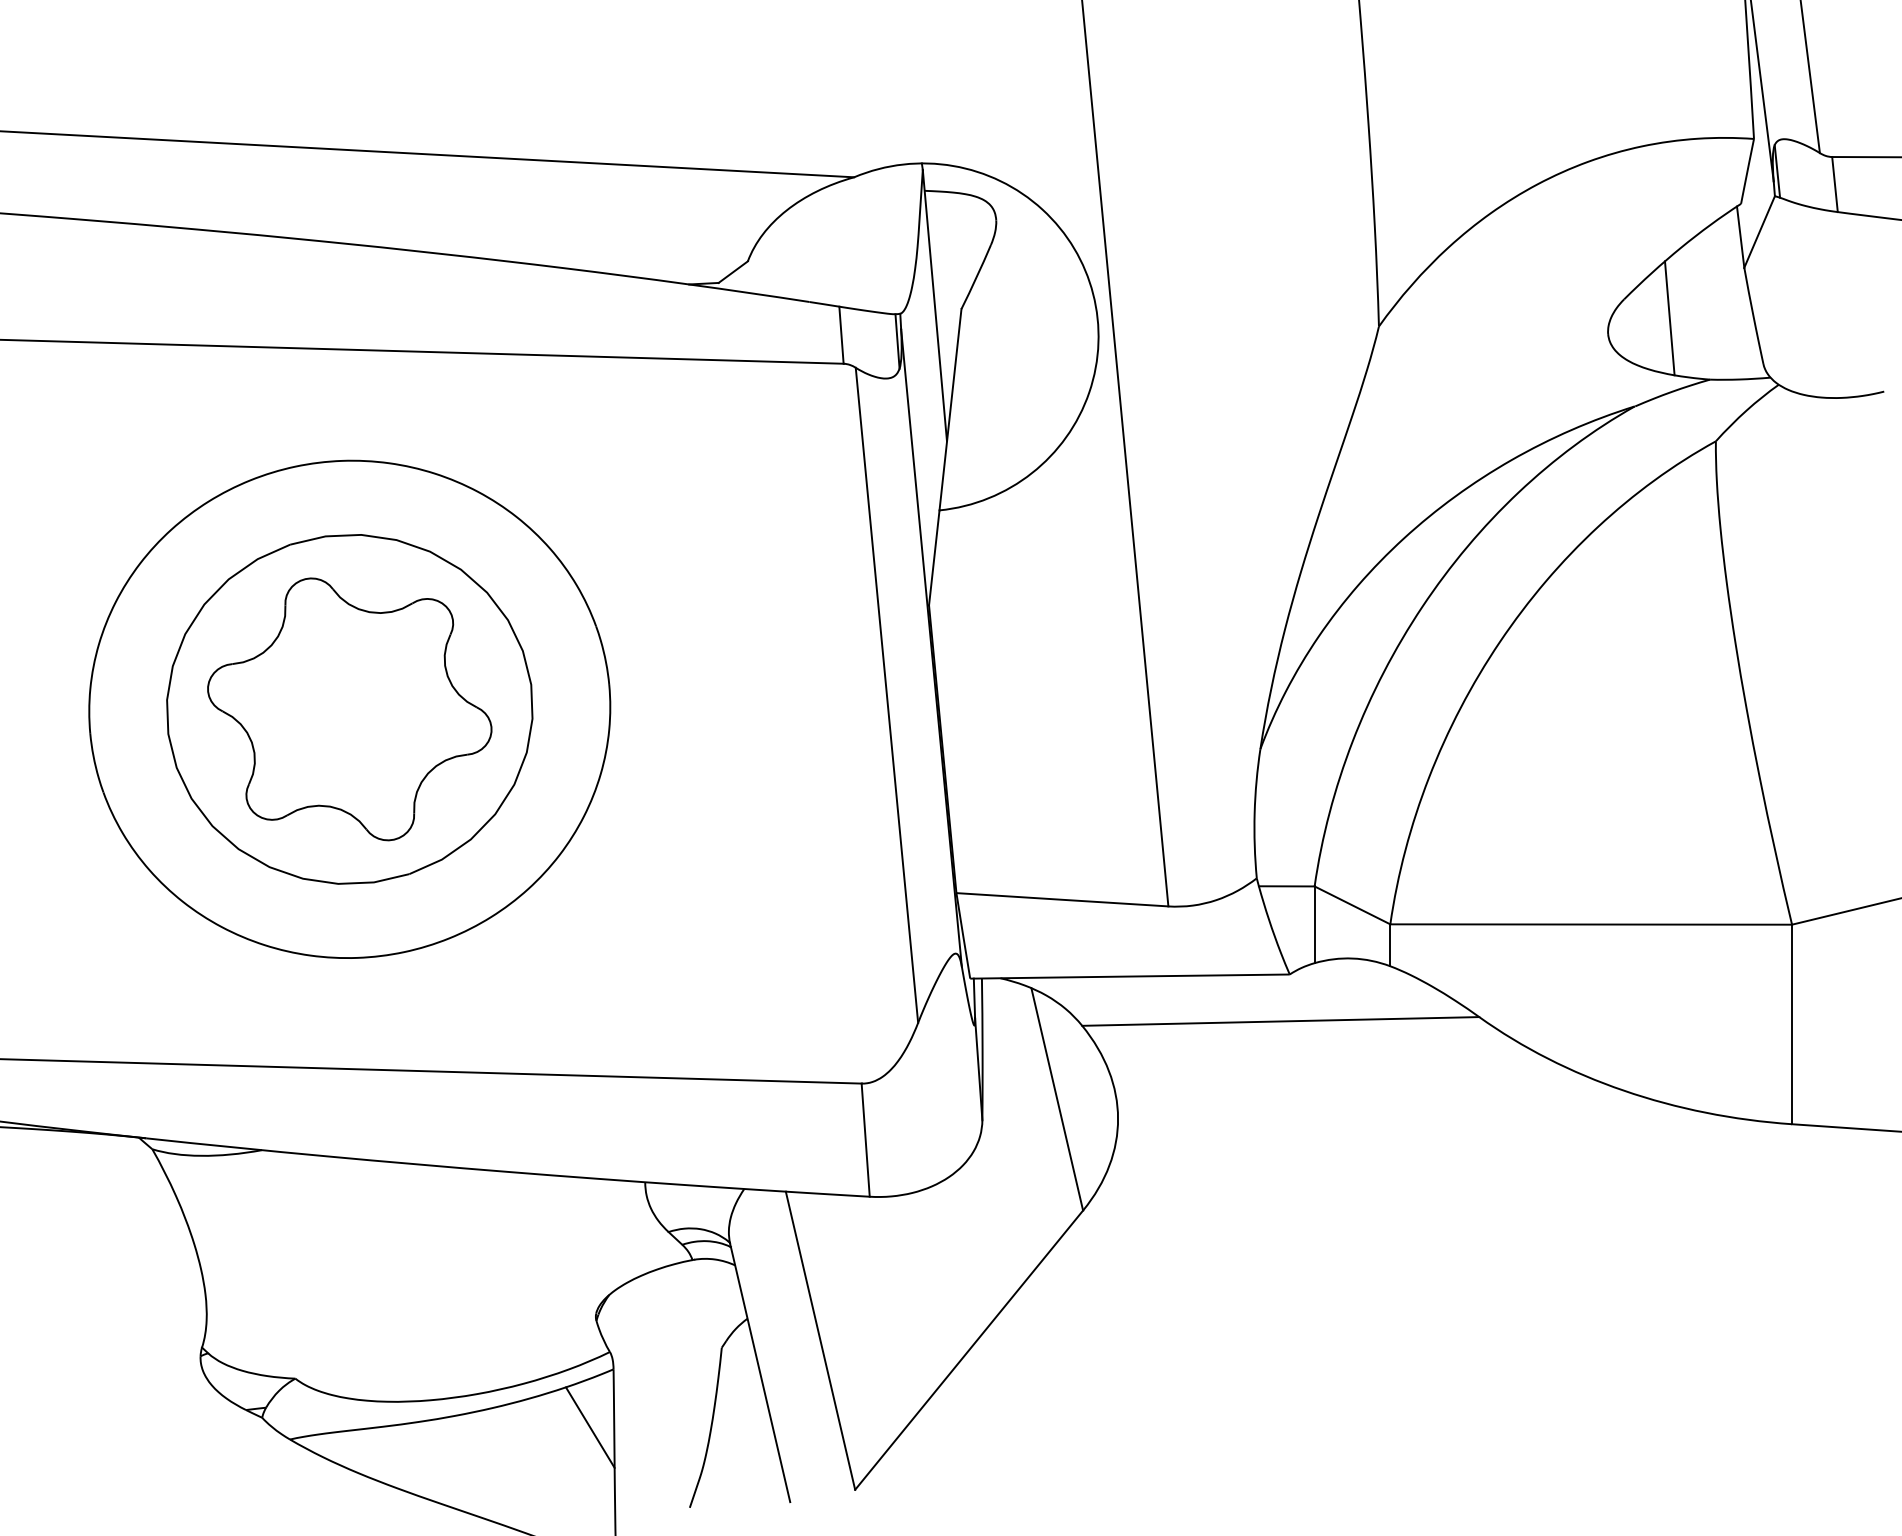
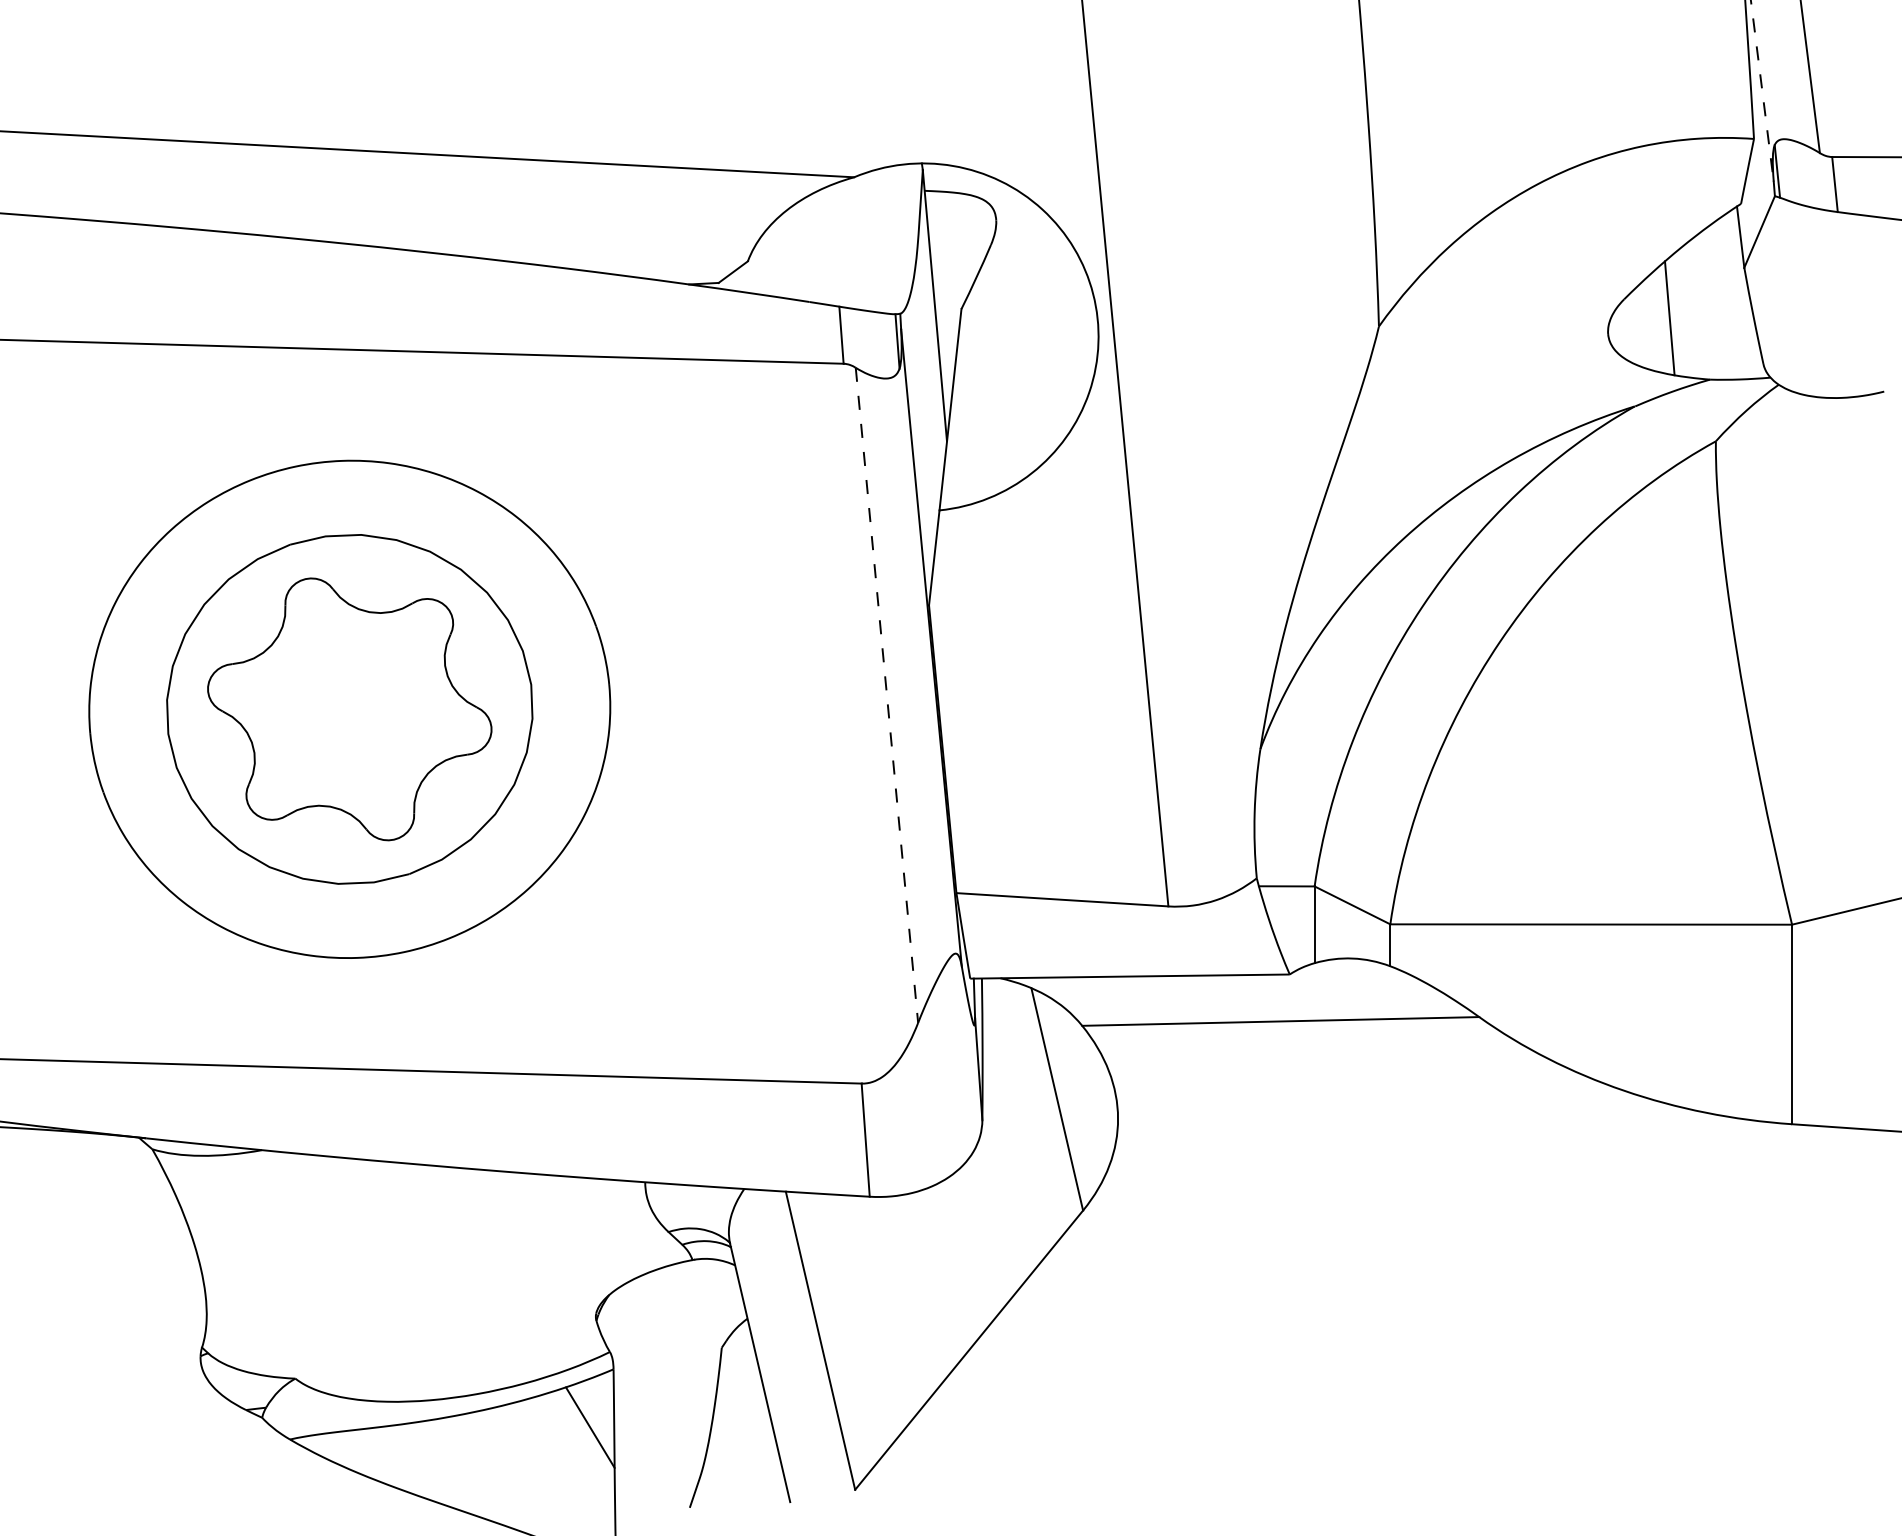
line at (1762, 91): solid -> dashed
line at (887, 695): solid -> dashed
